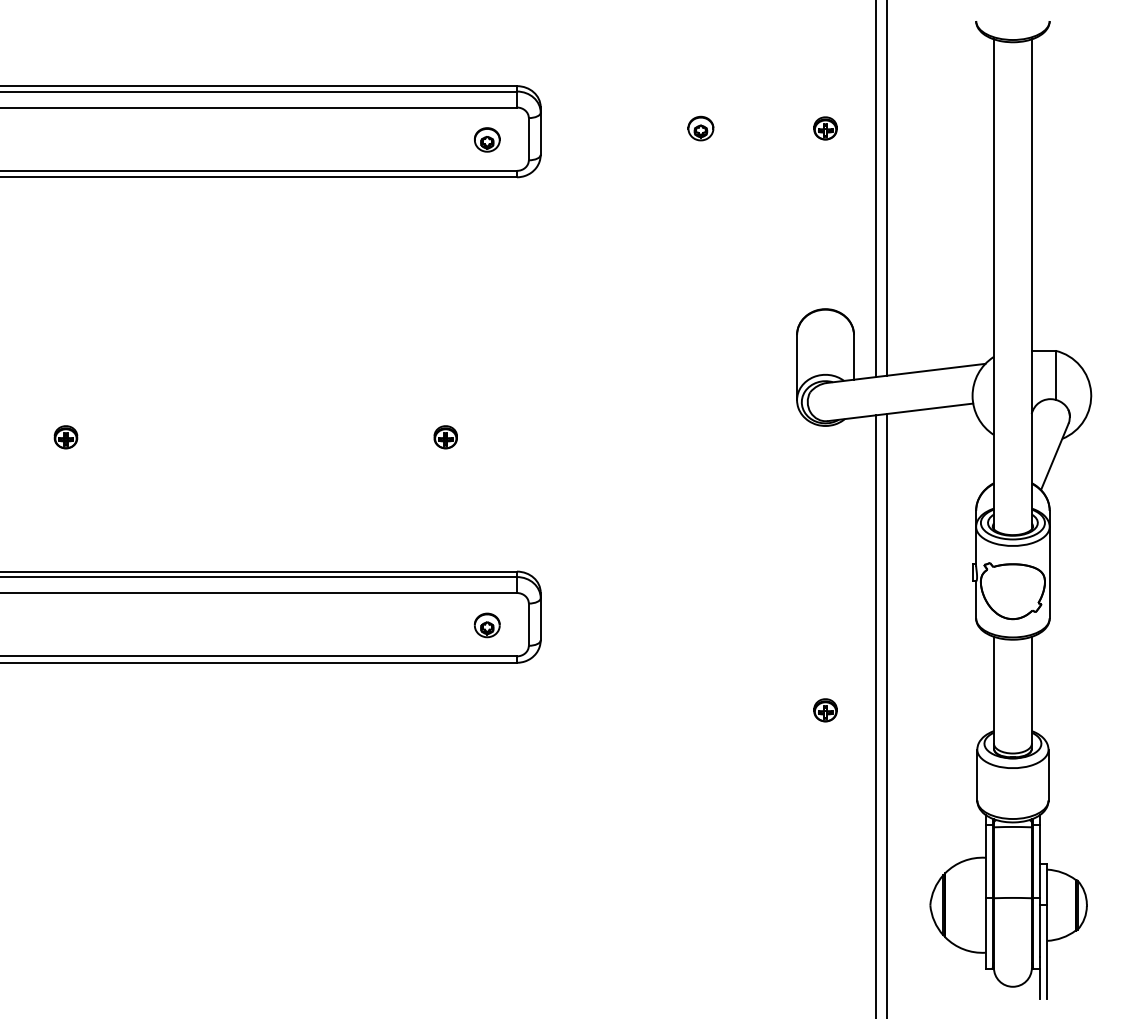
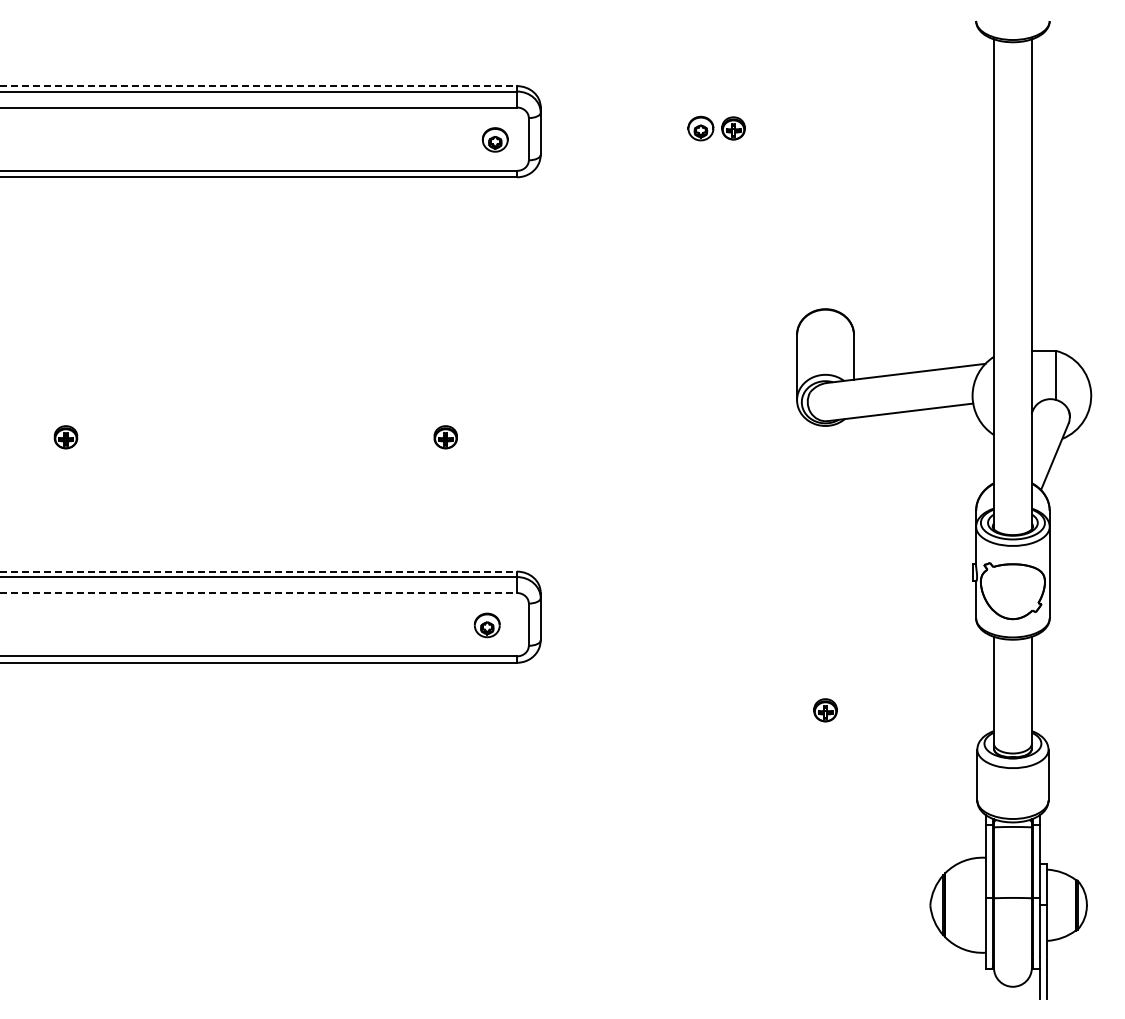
line at (258, 86): solid -> dashed
part at (825, 128) position: (825, 128) -> (733, 128)
part at (487, 139) position: (487, 139) -> (495, 139)
line at (887, 188): present -> none
line at (875, 189): present -> none
line at (258, 571): solid -> dashed
line at (258, 593): solid -> dashed
line at (887, 714): present -> none
line at (875, 715): present -> none
